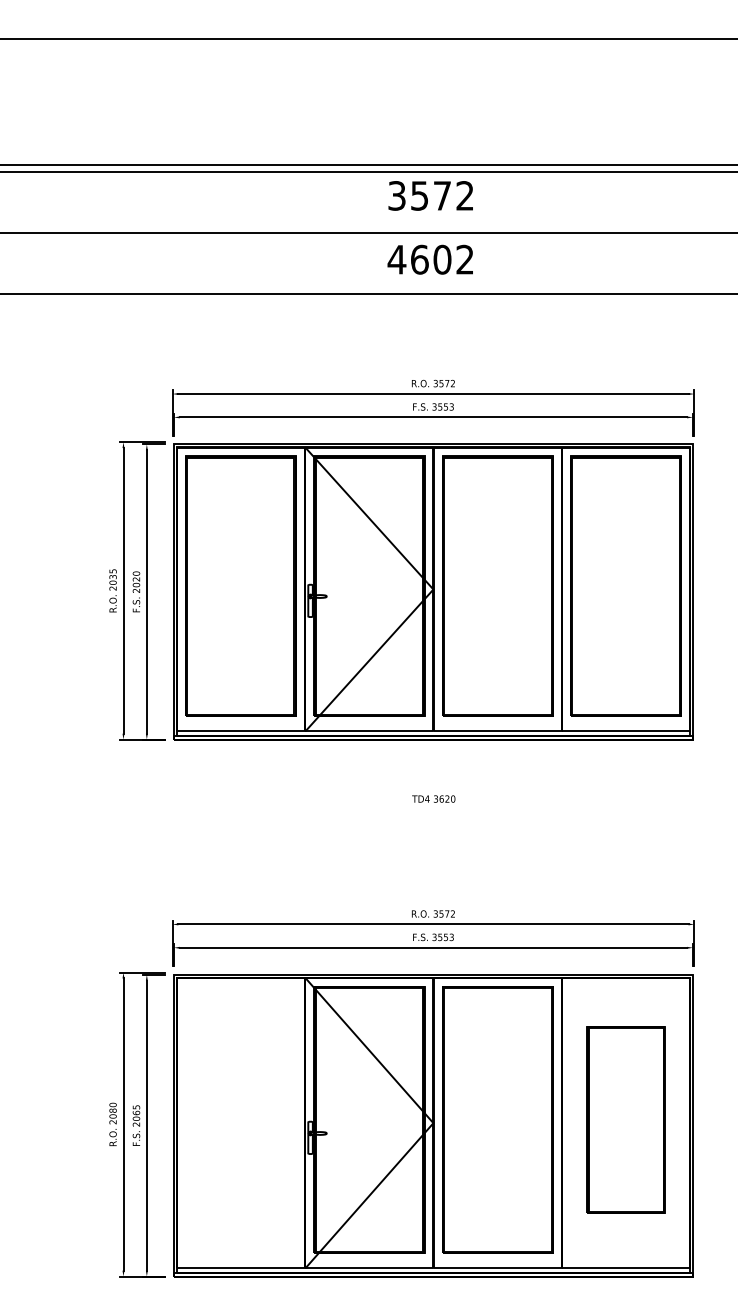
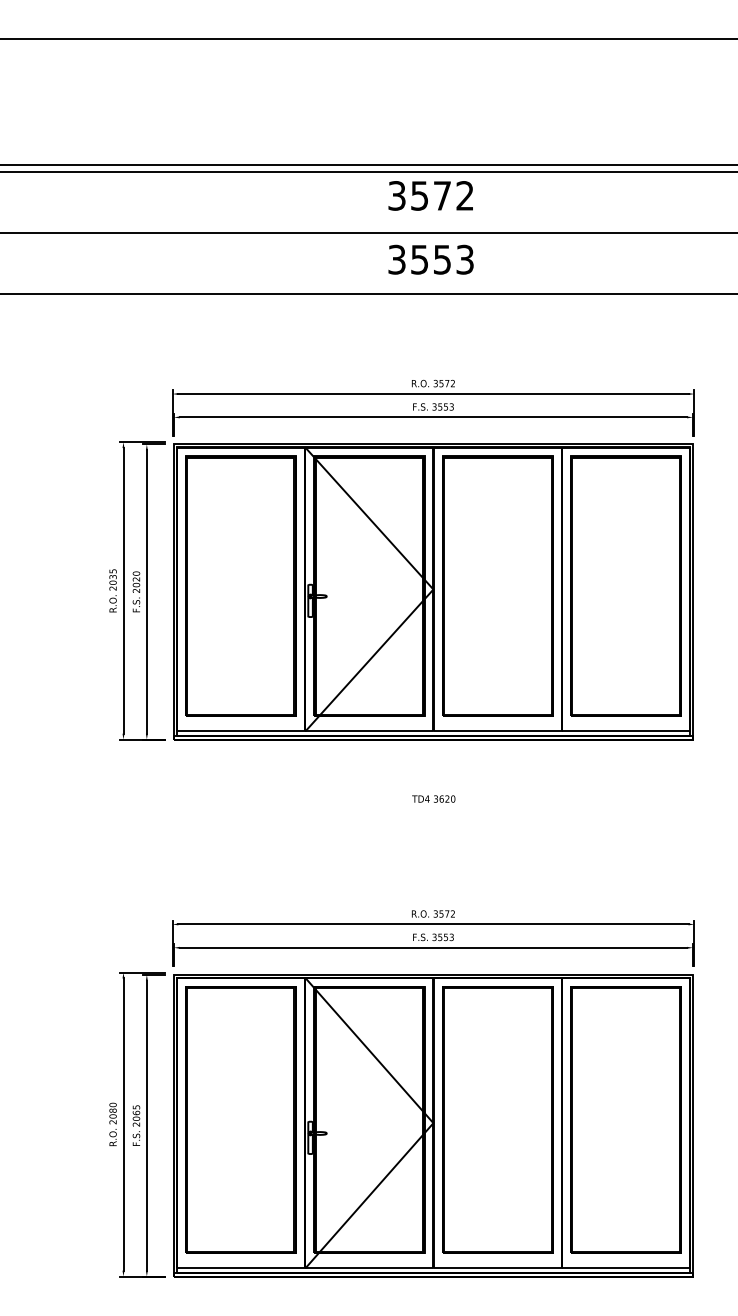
text at (430, 259): 4602 -> 3553
part at (240, 1119): none -> present
part at (625, 1119) size: 80x188 px -> 112x268 px
